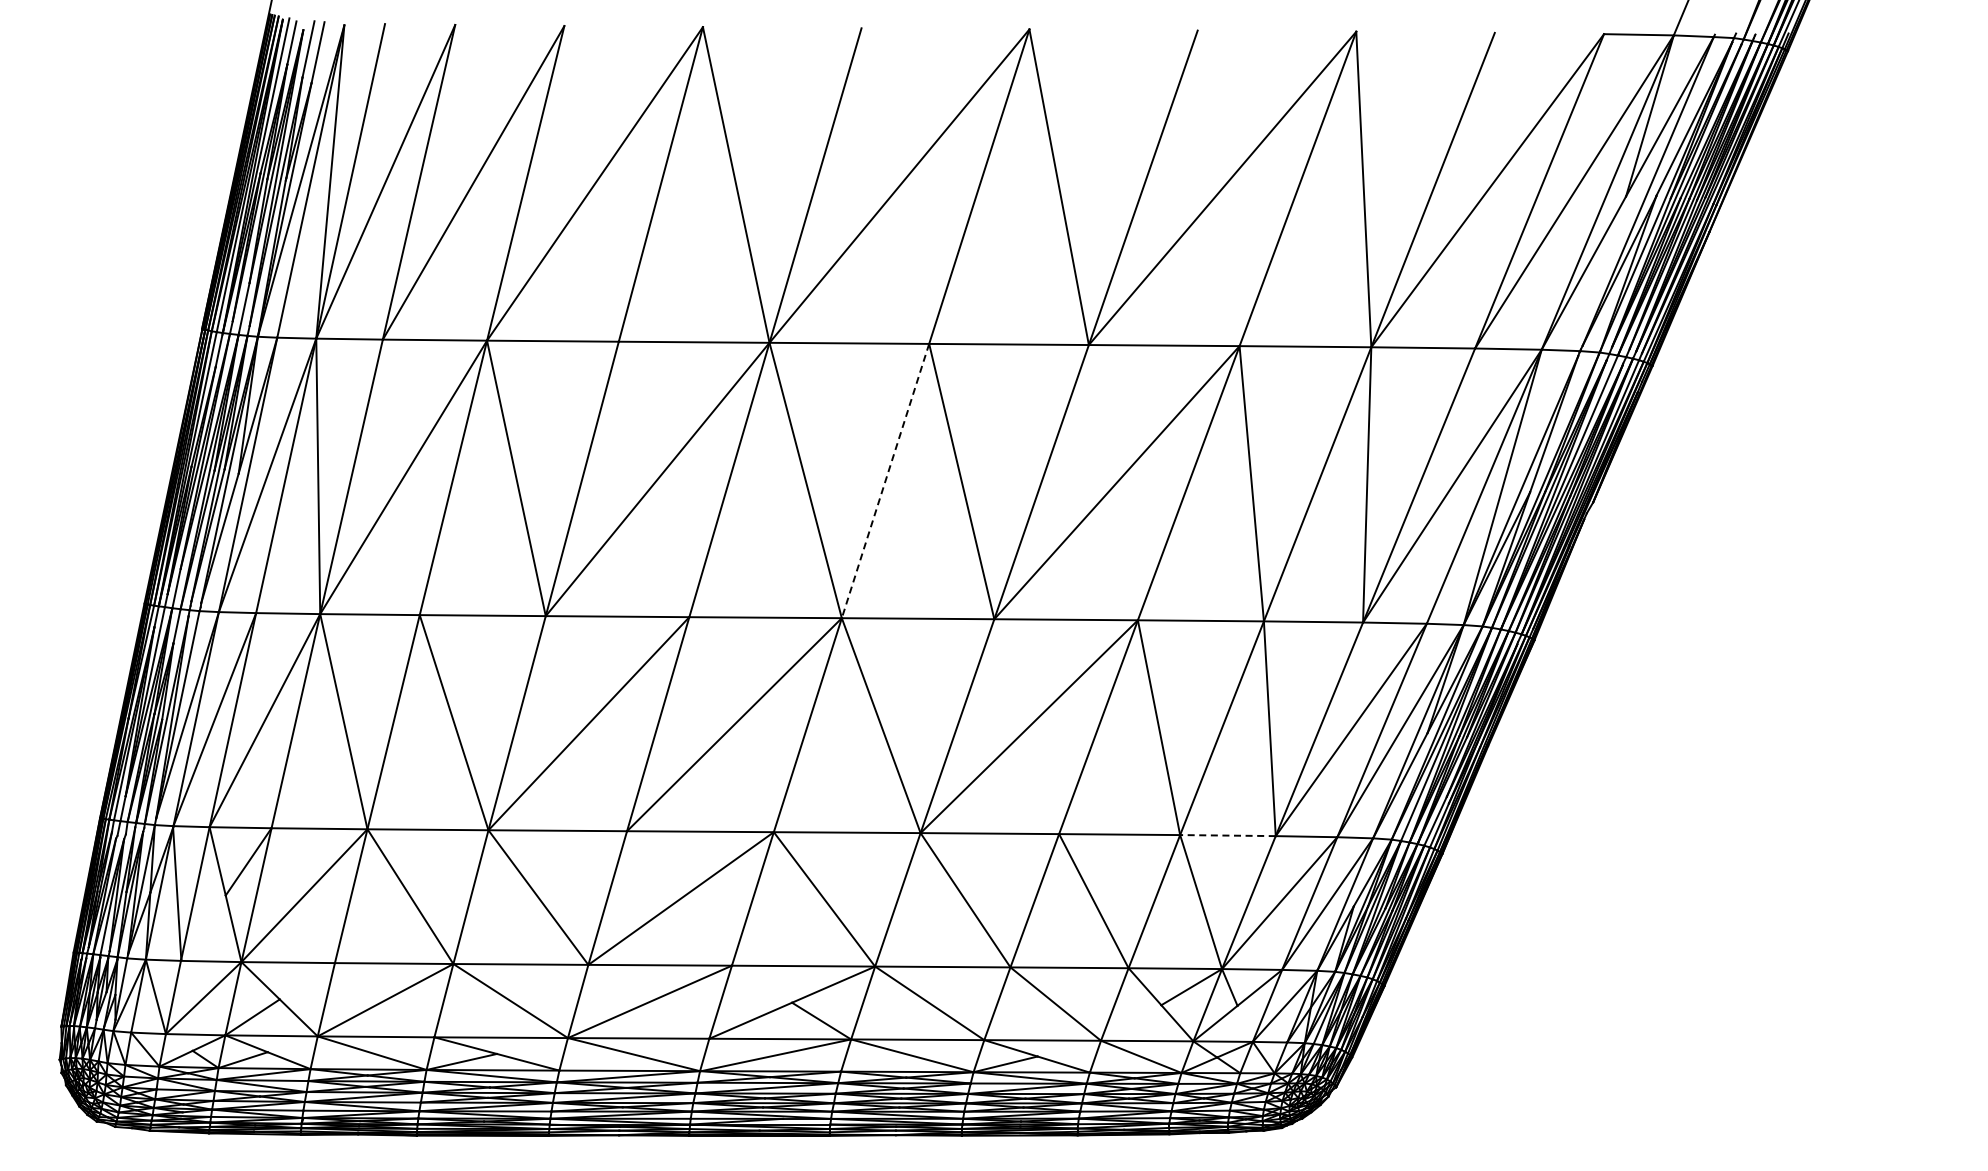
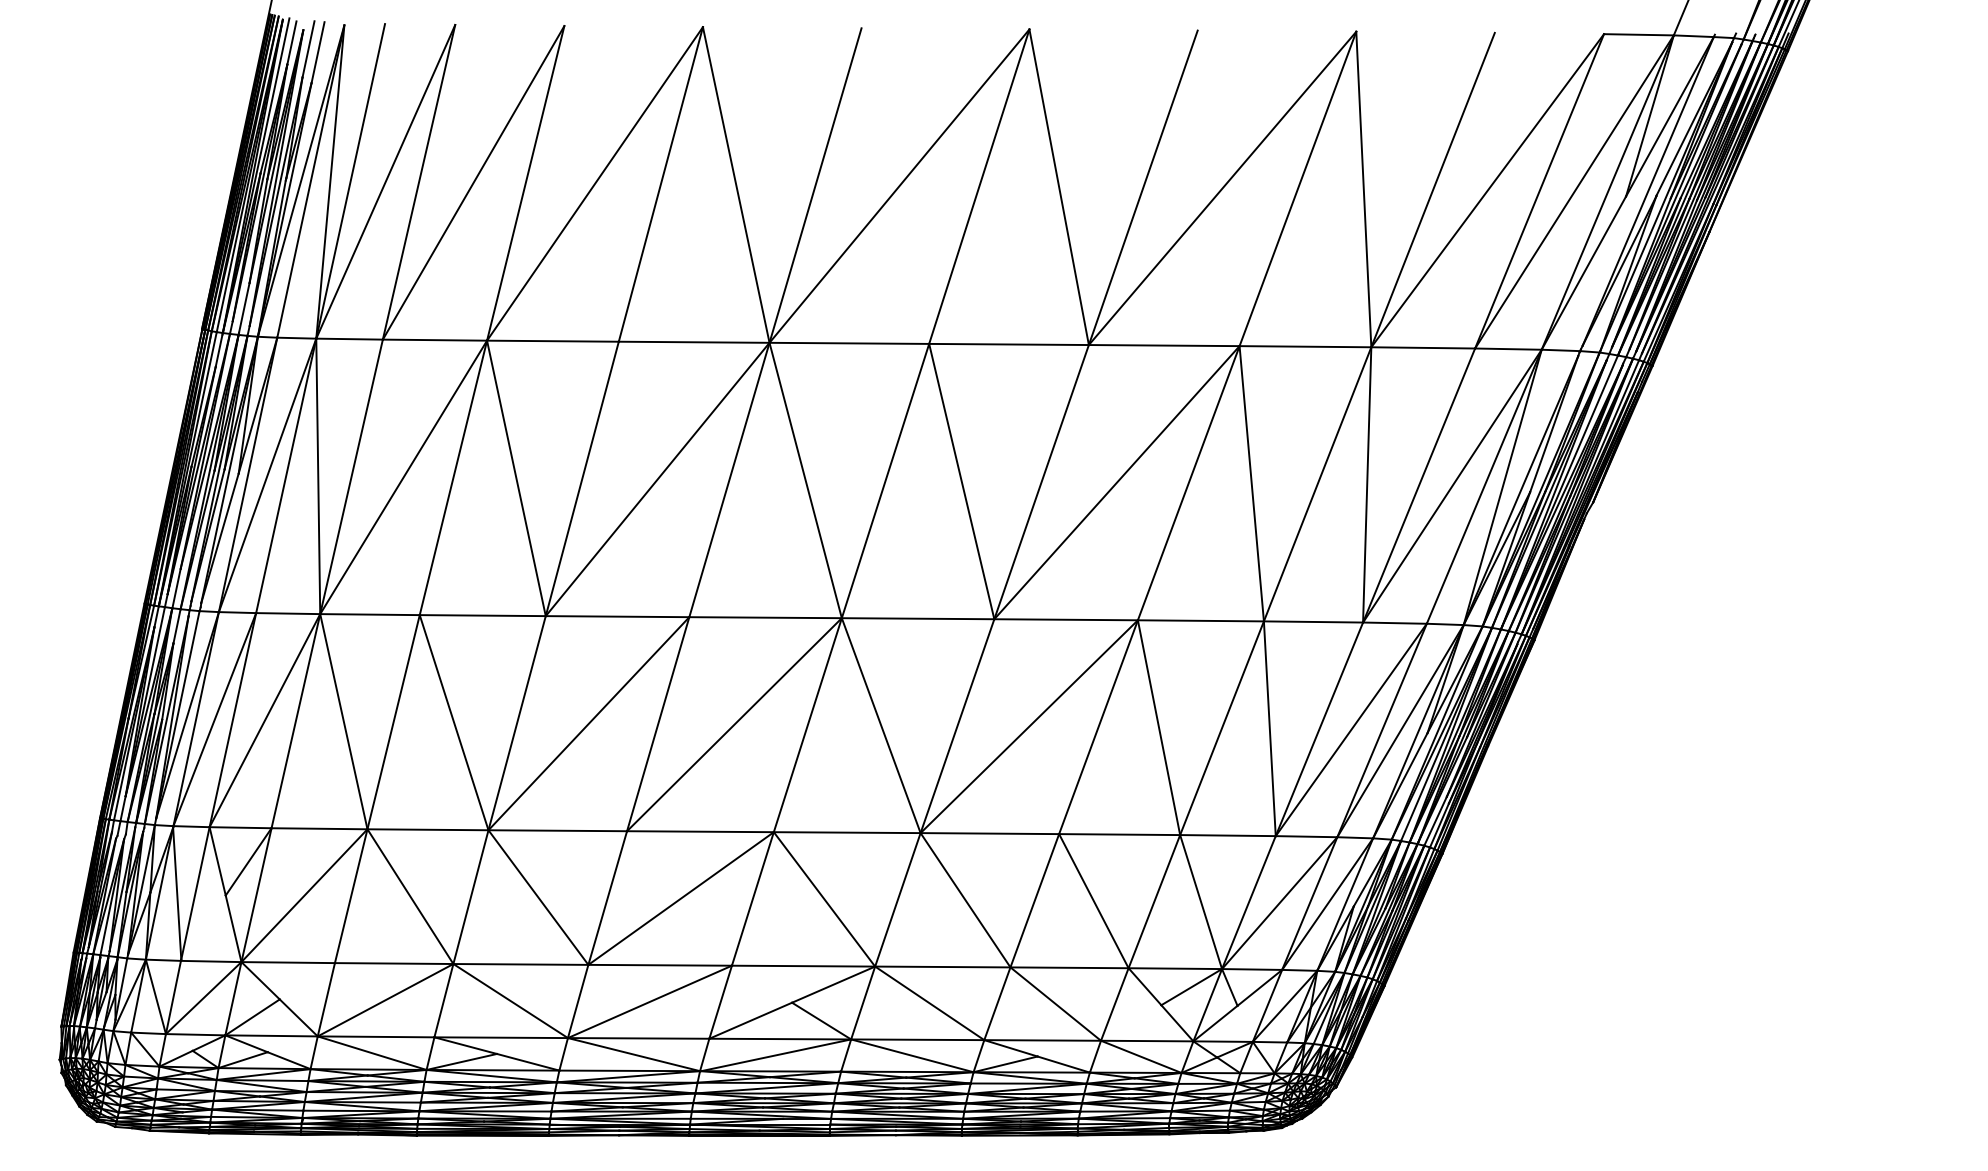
line at (885, 481): dashed -> solid
line at (1227, 835): dashed -> solid
